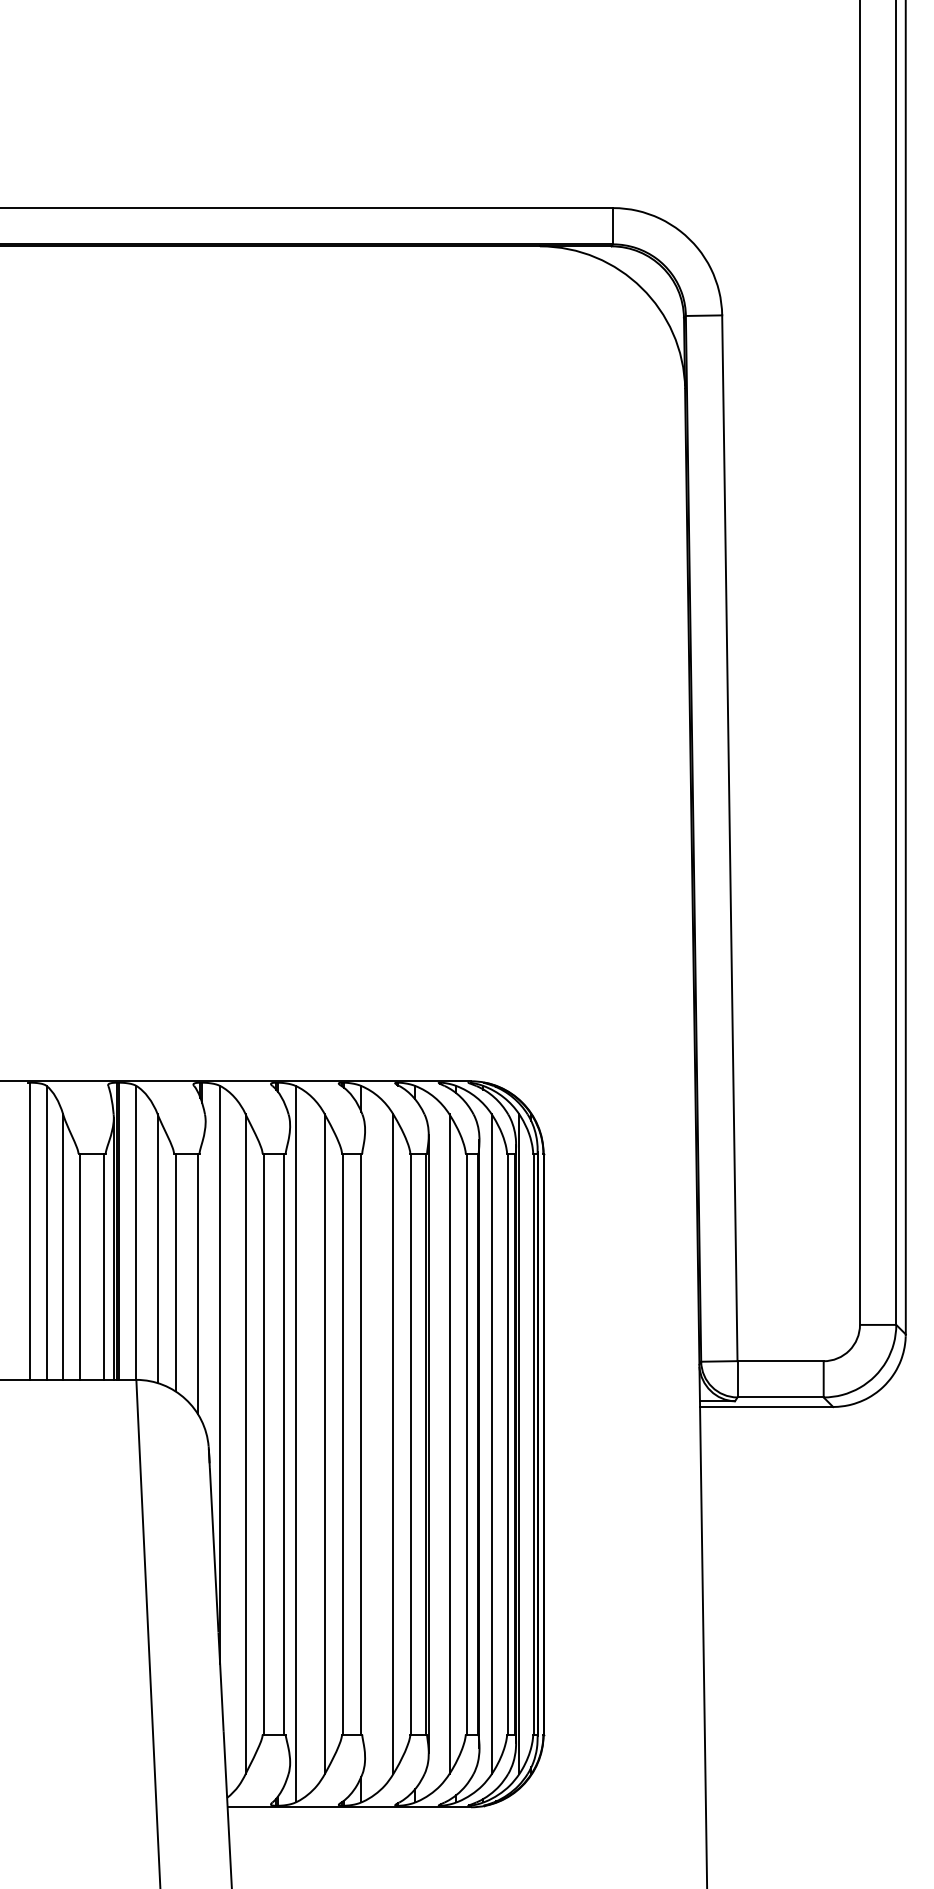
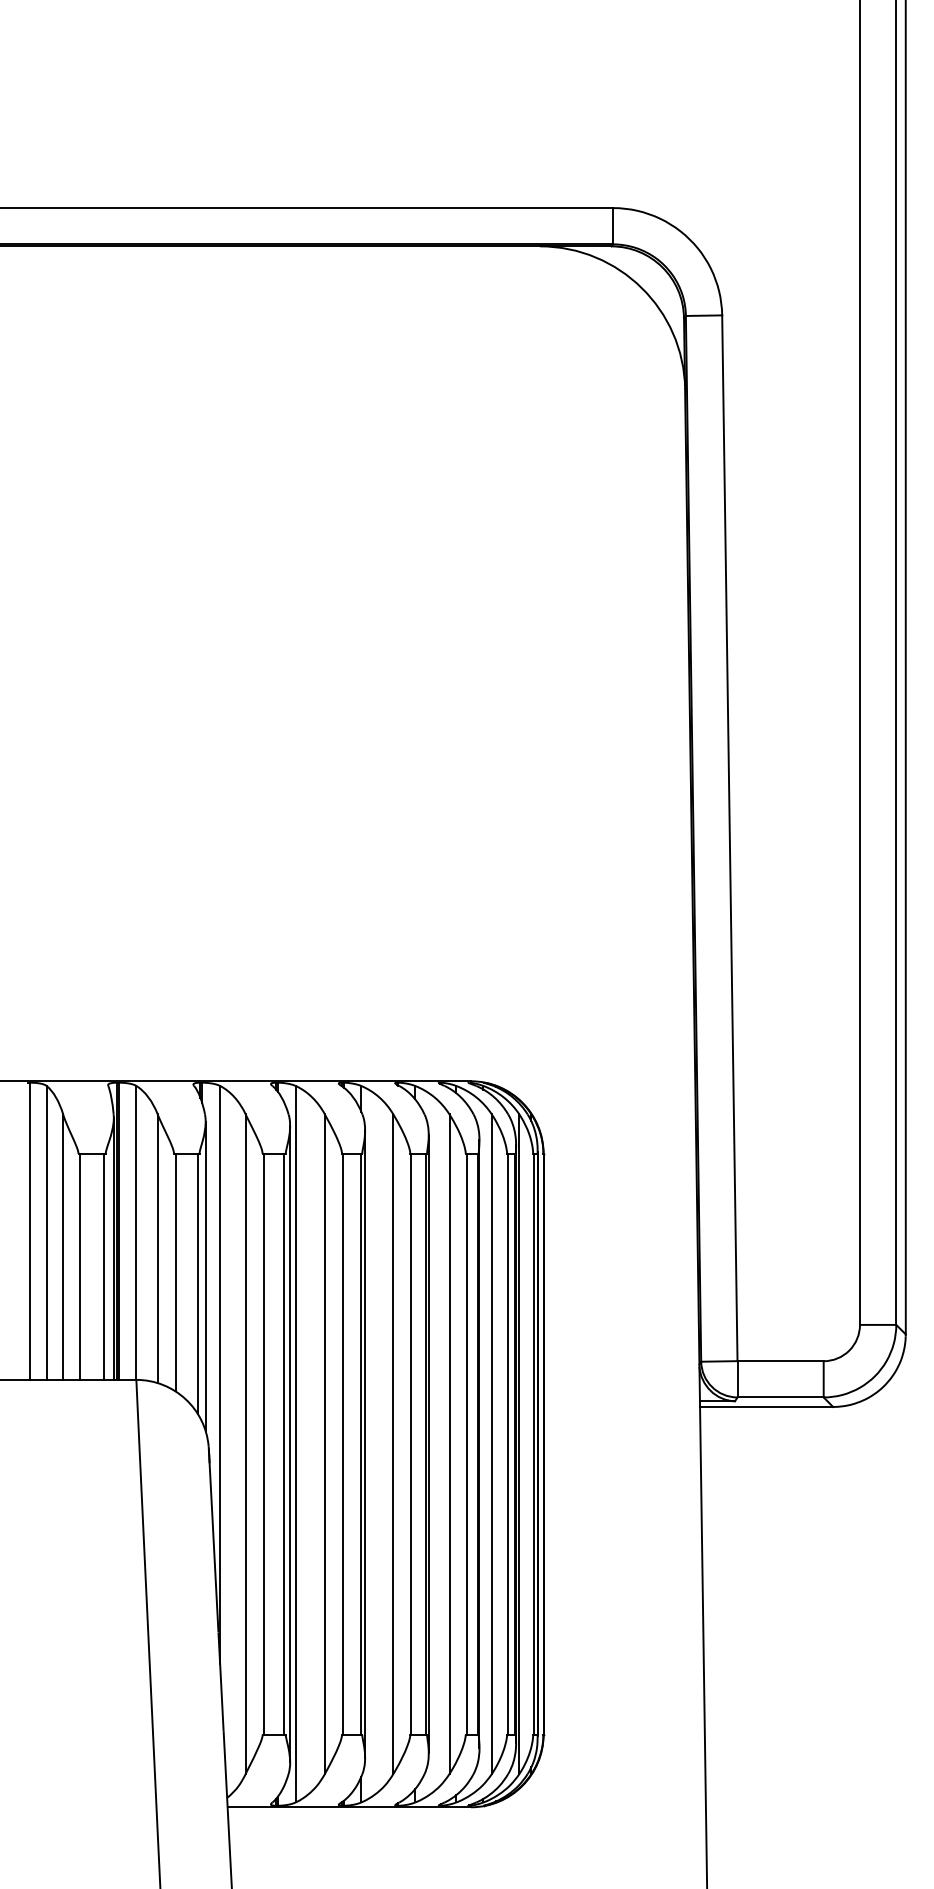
line at (205, 1276): none -> present
line at (365, 1443): none -> present
line at (290, 1444): none -> present
